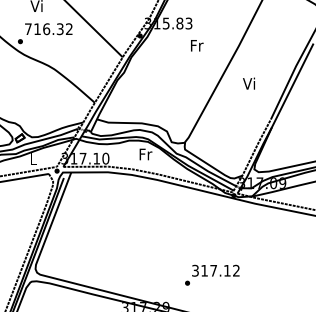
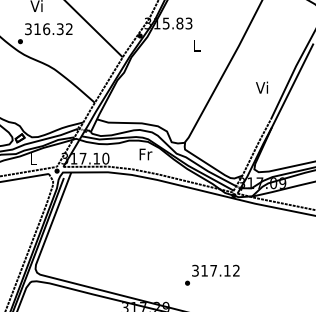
text at (28, 29): 716.32 -> 316.32
text at (197, 45): Fr -> L
text at (248, 83) position: (248, 83) -> (261, 87)
